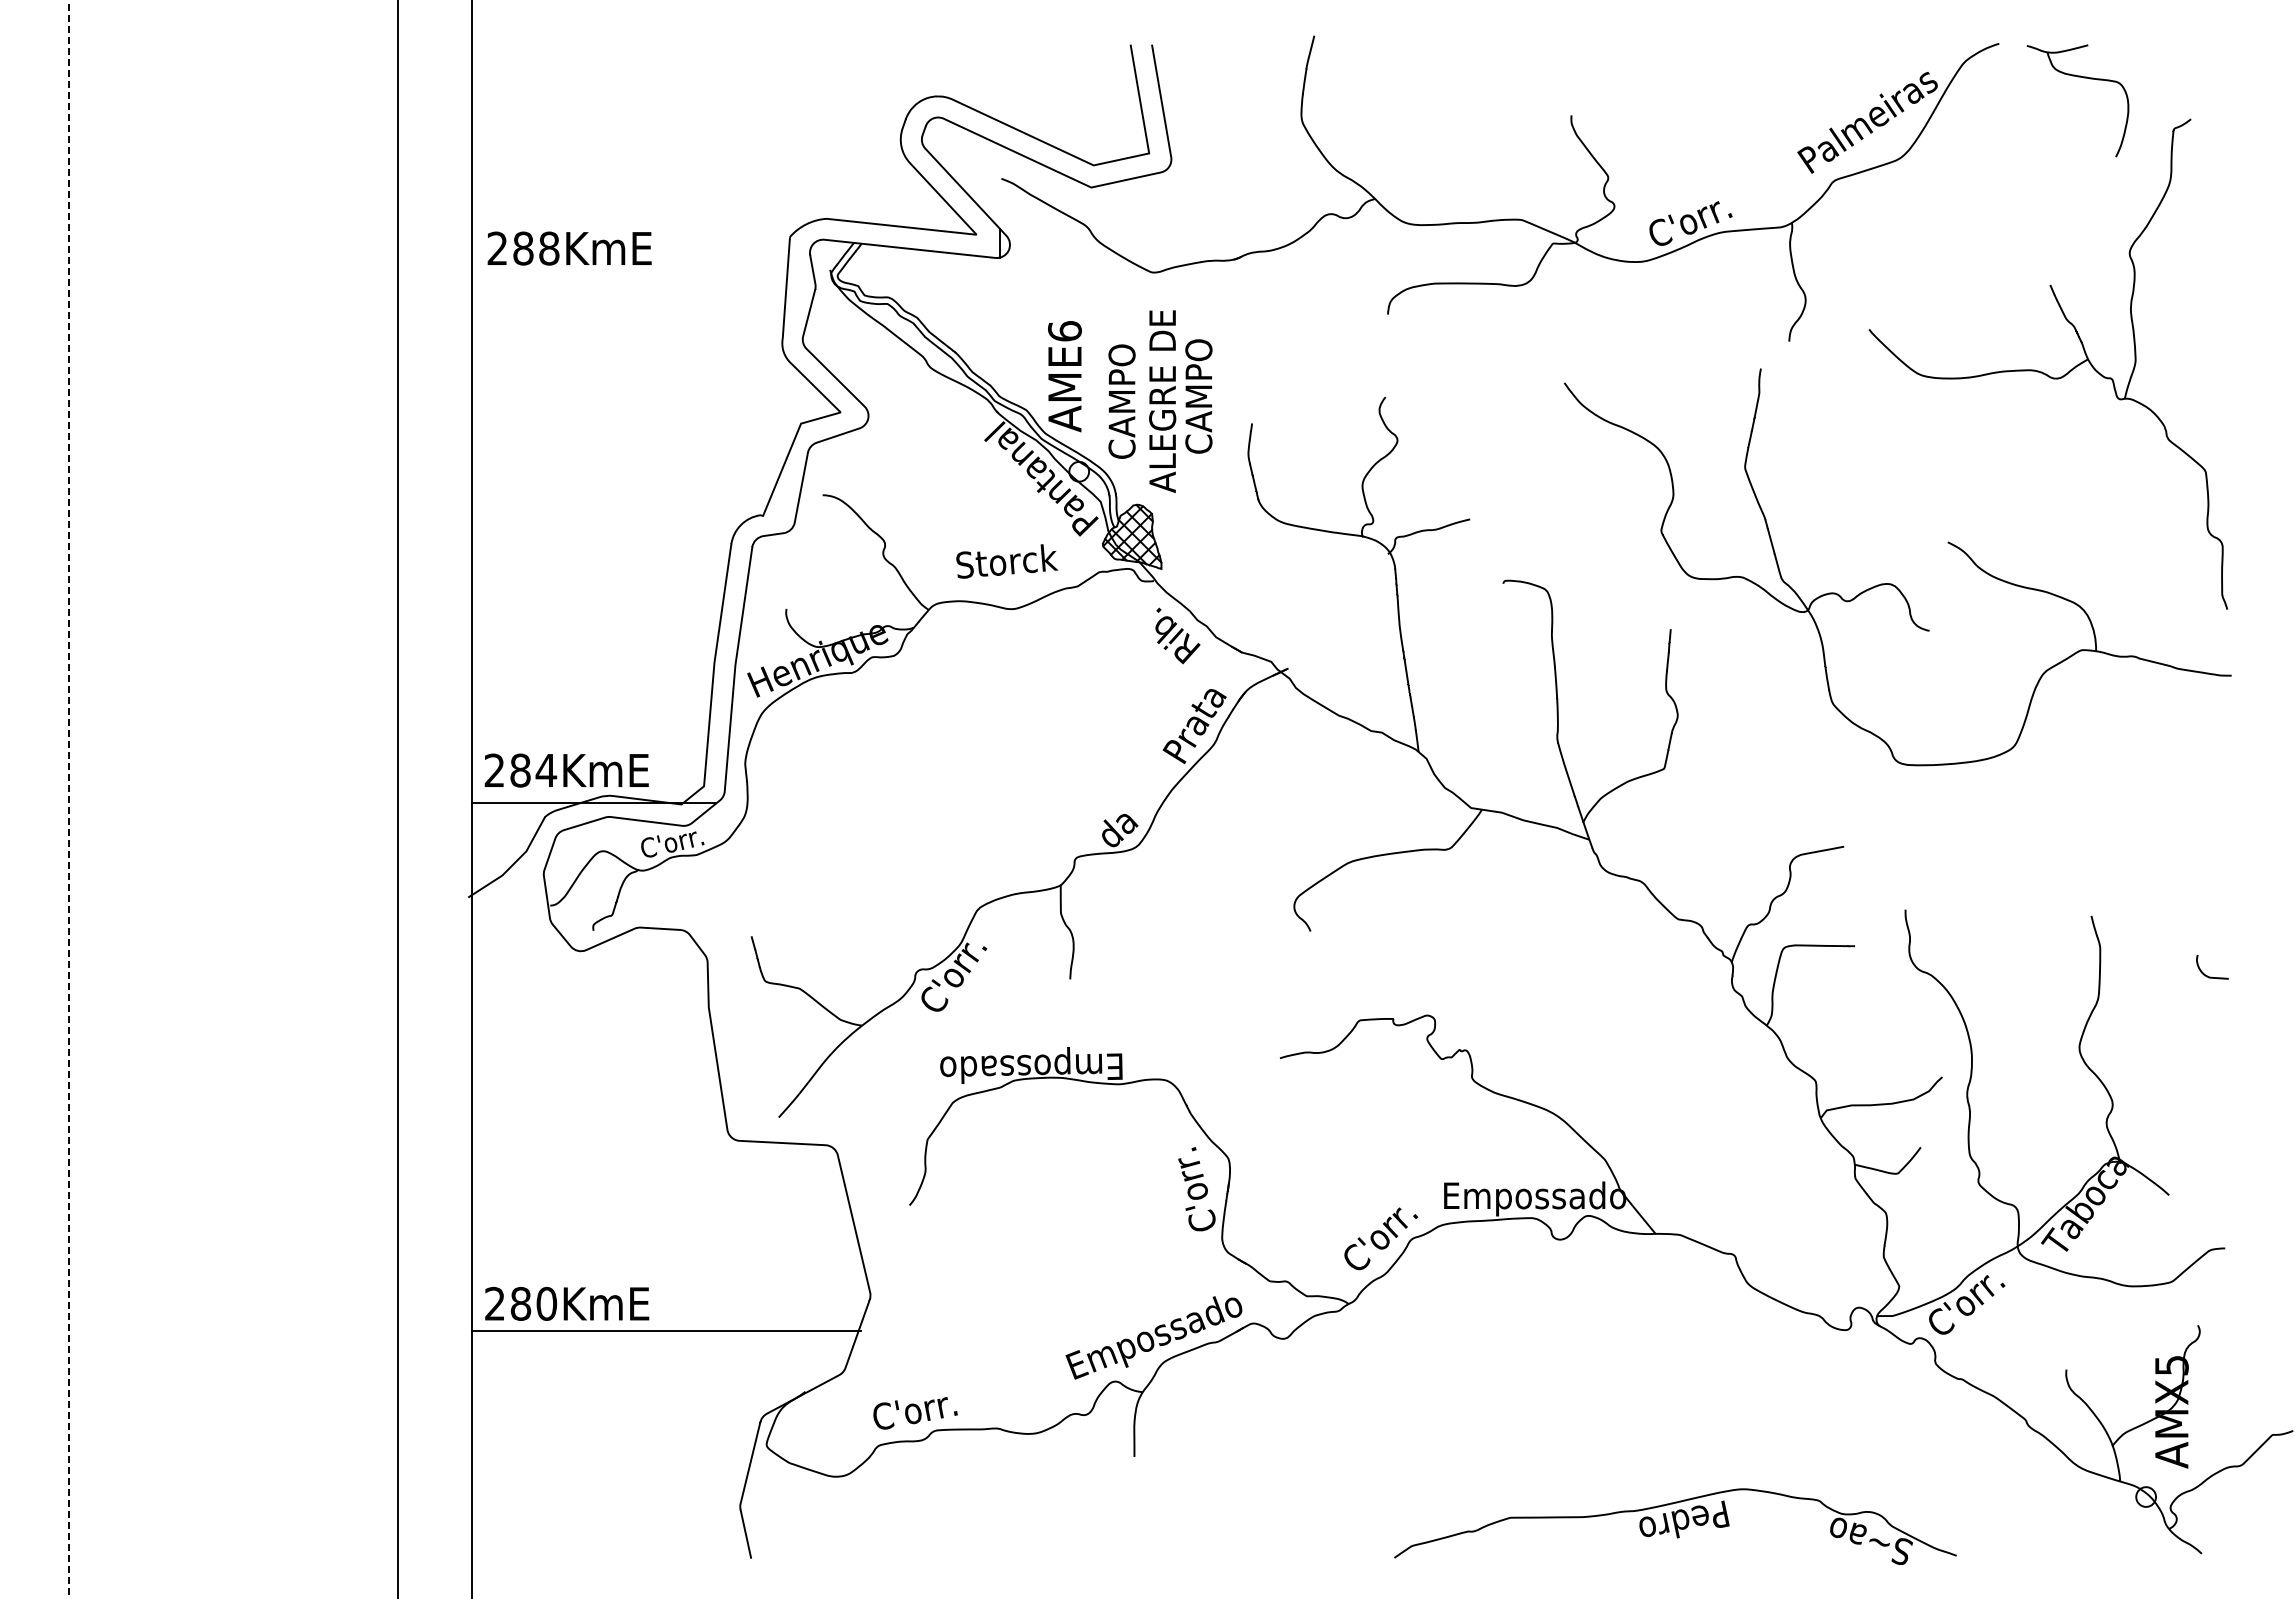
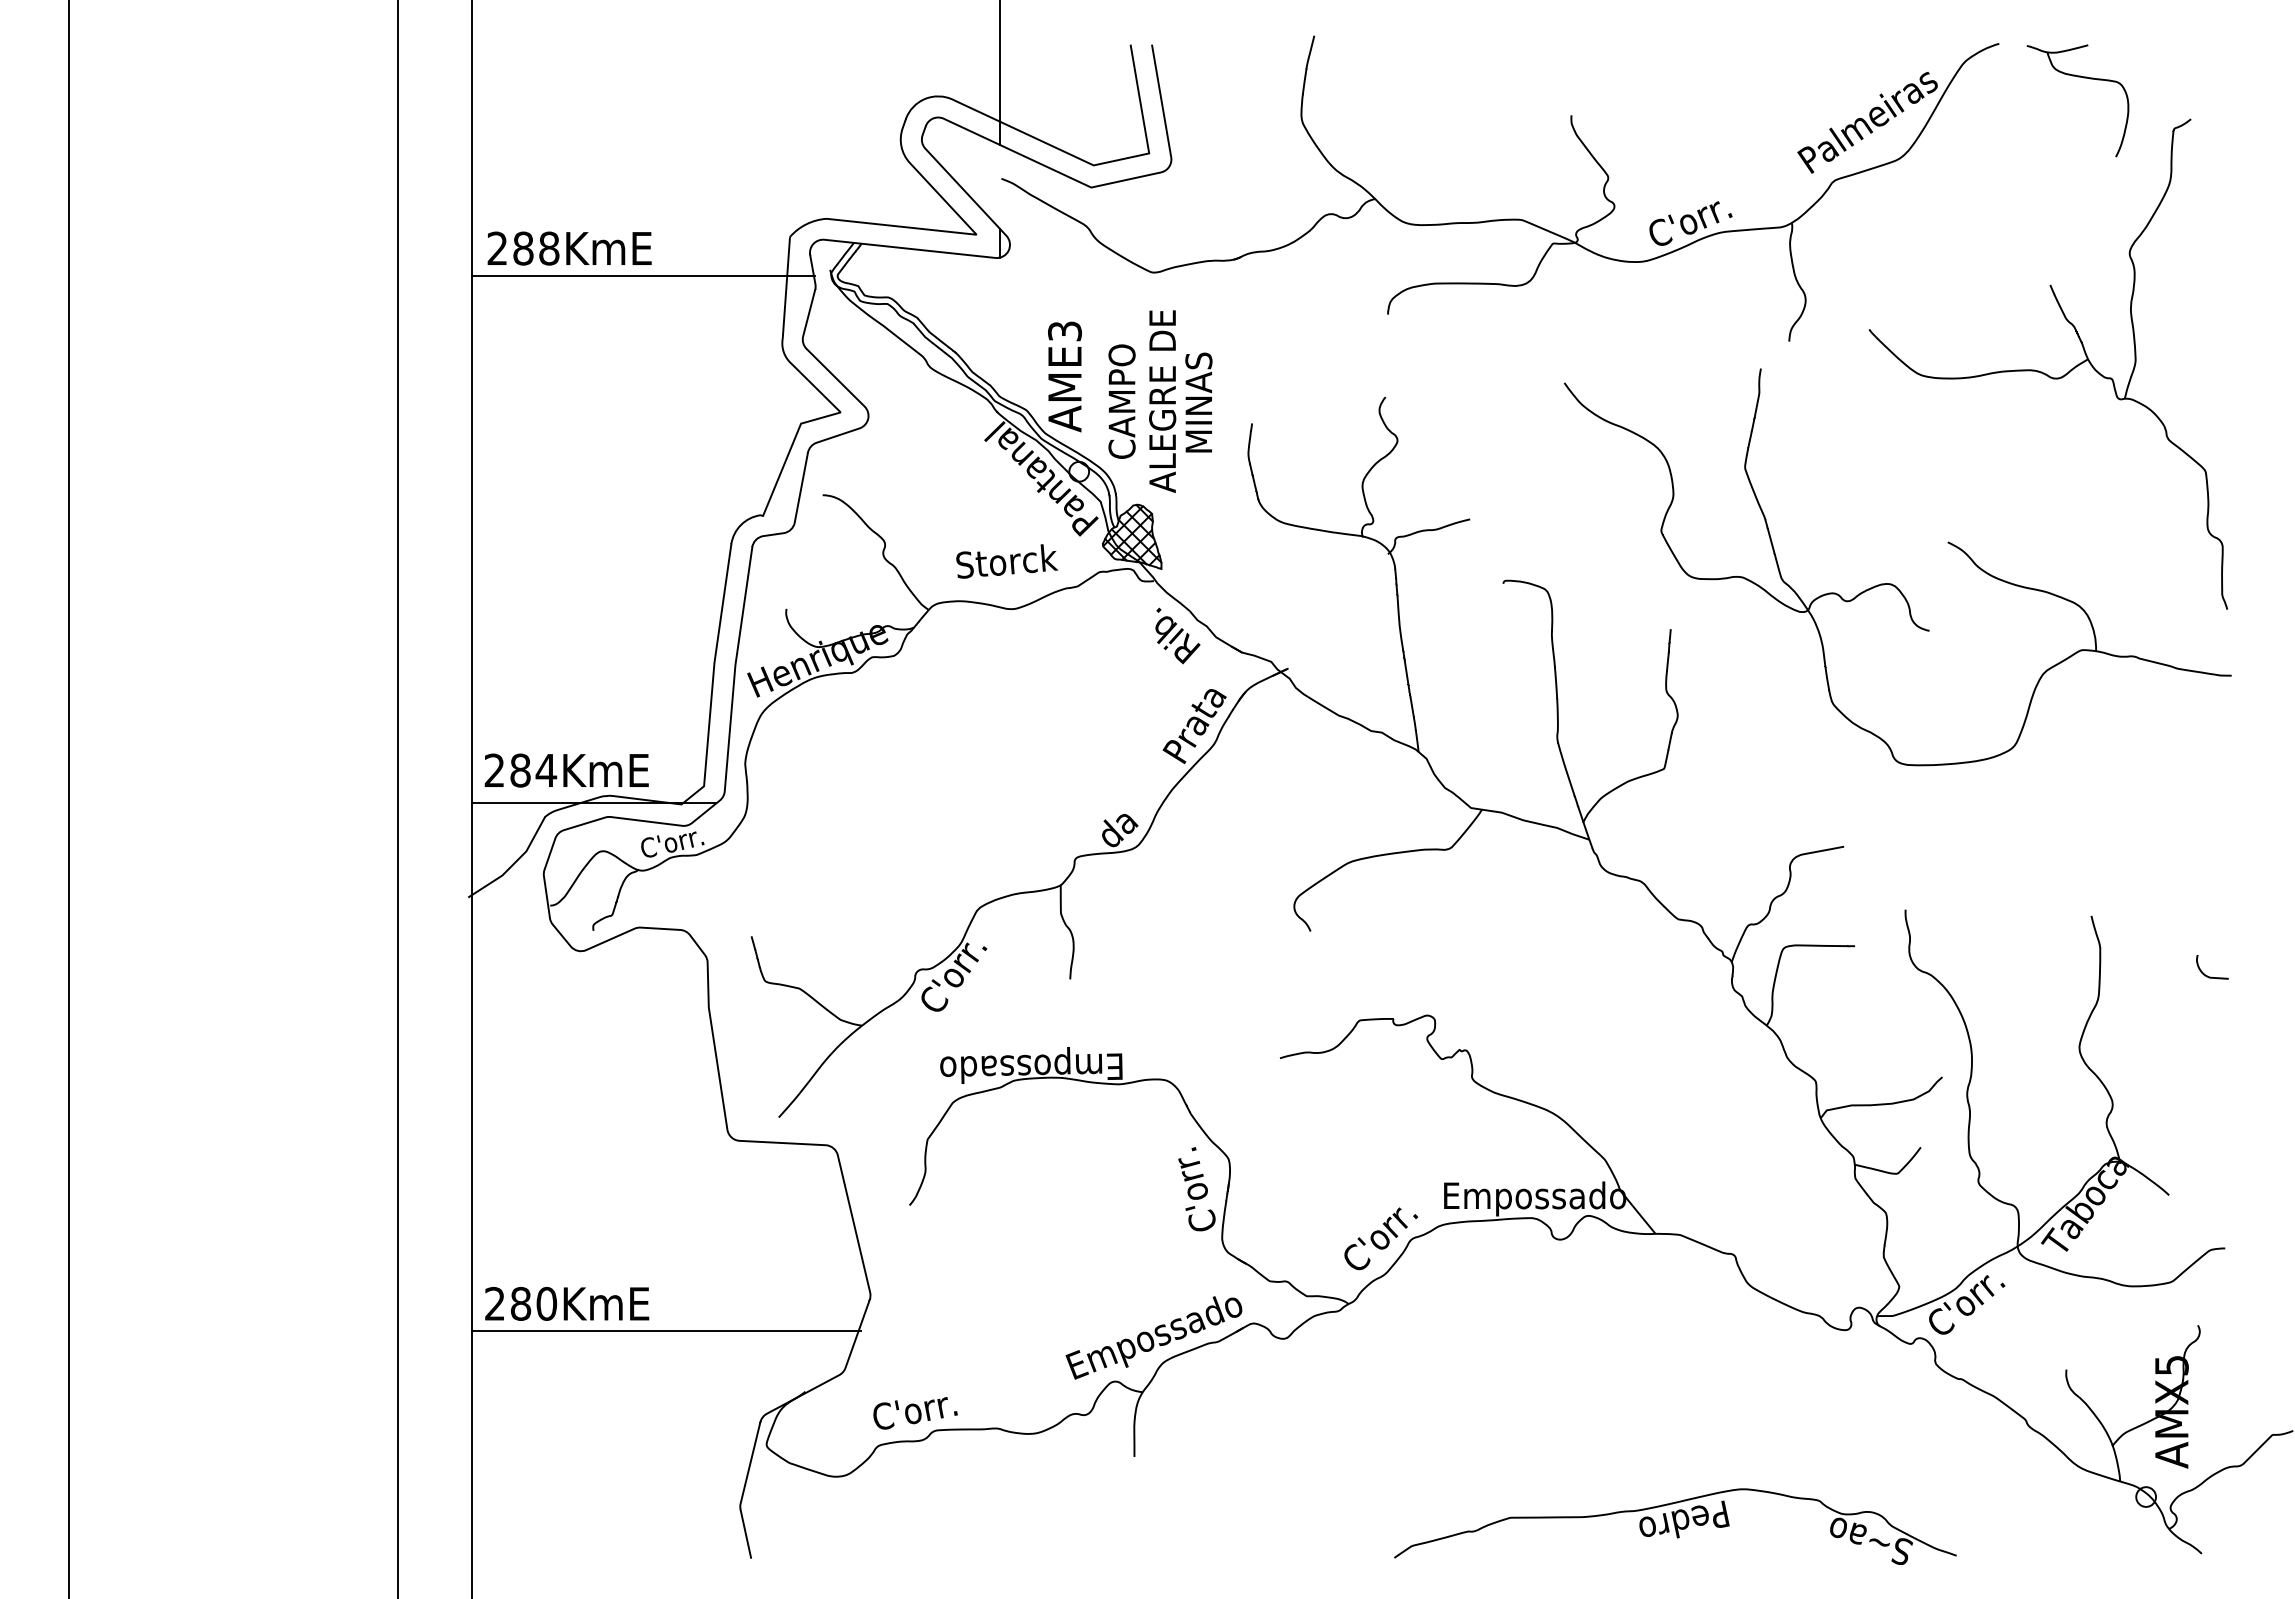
line at (999, 73): none -> present
line at (643, 276): none -> present
text at (1064, 331): AME6 -> AME3
text at (1198, 396): CAMPO -> MINAS
line at (68, 798): dashed -> solid
